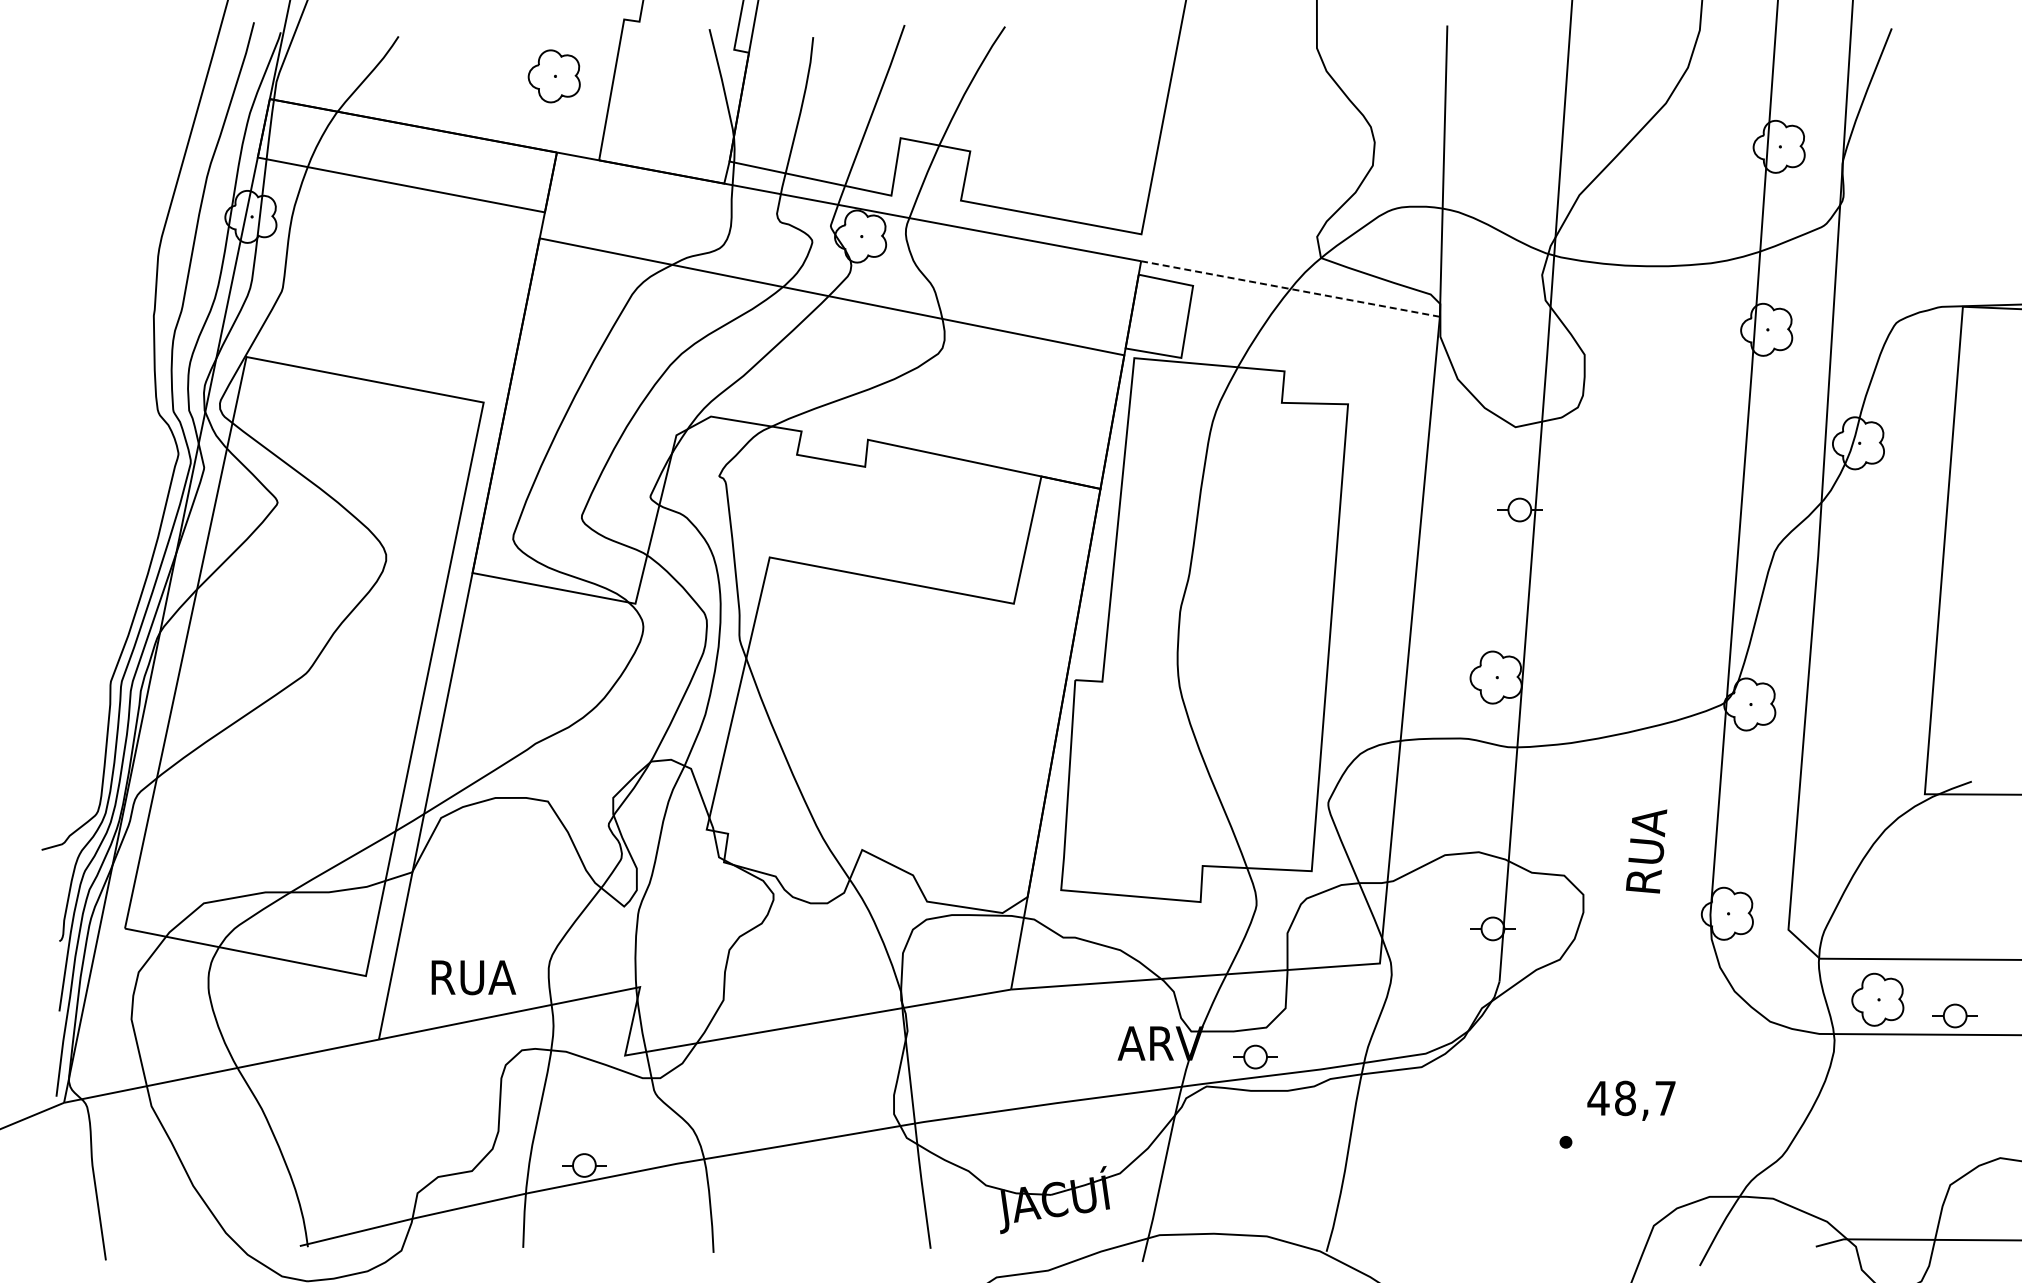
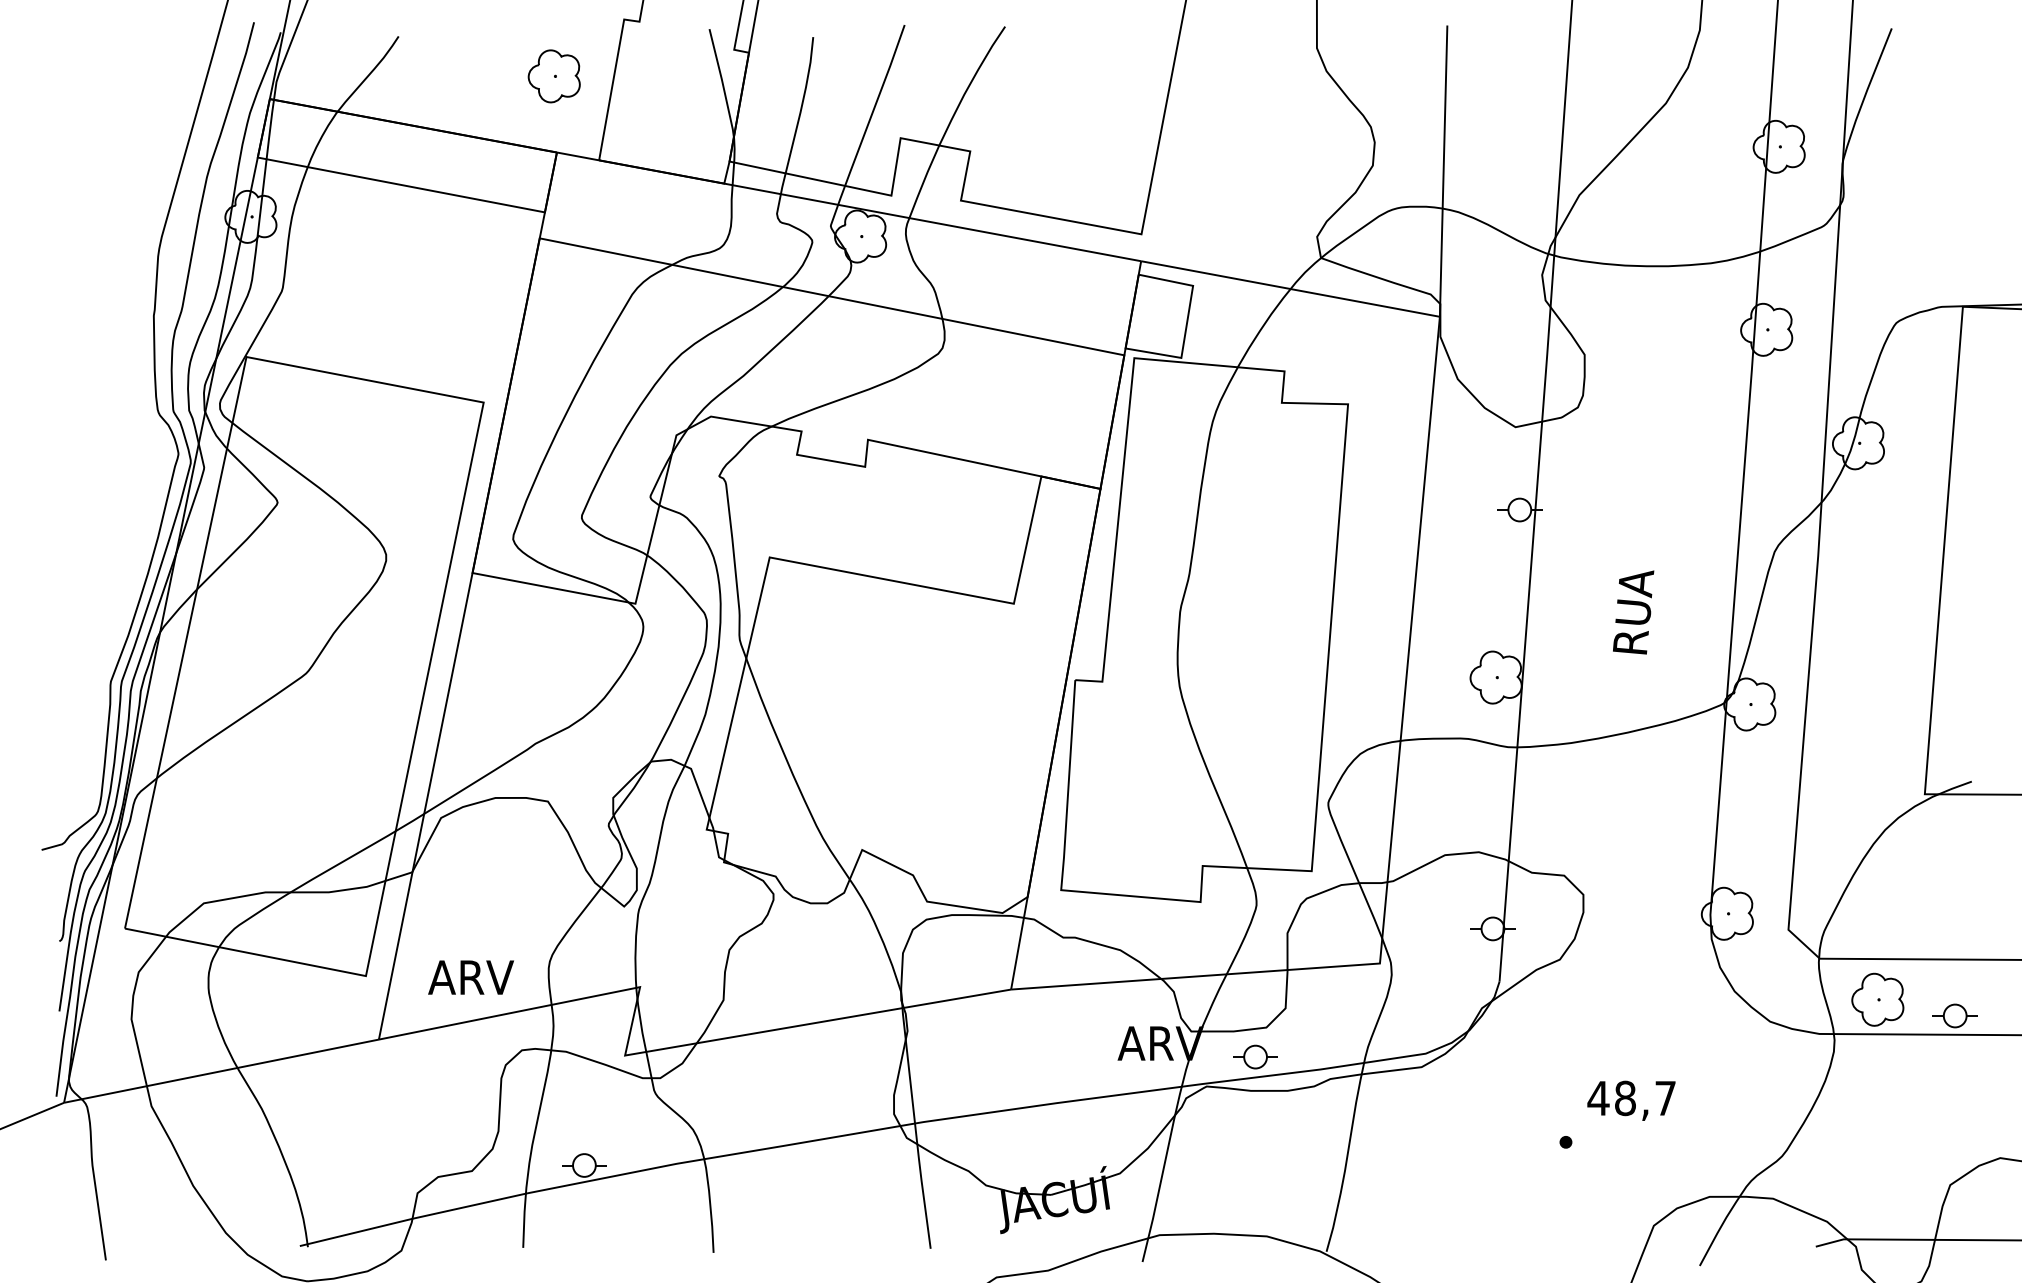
line at (1290, 289): dashed -> solid
text at (1646, 851) position: (1646, 851) -> (1633, 612)
text at (472, 977): RUA -> ARV
